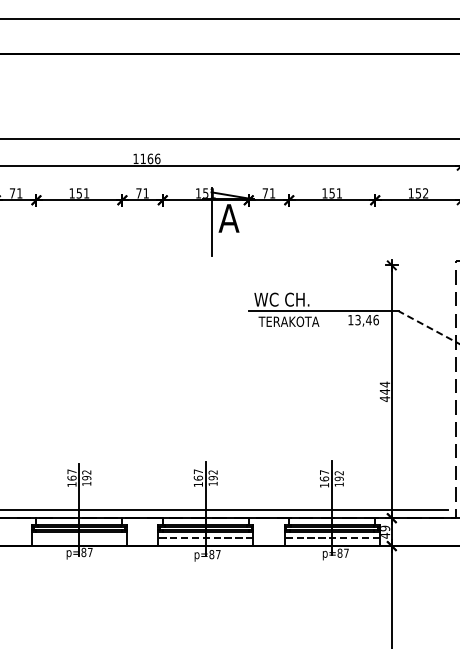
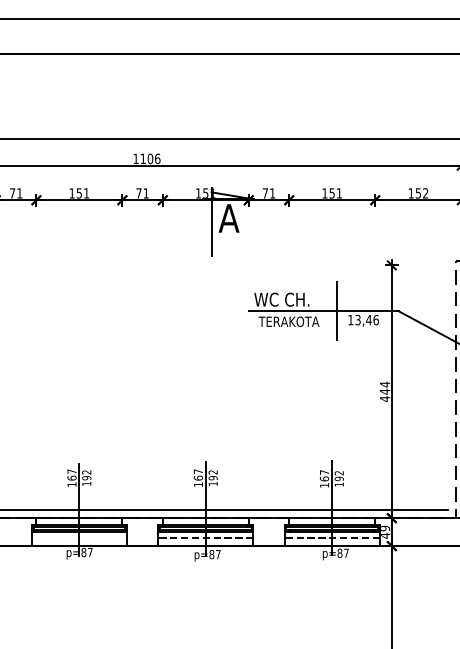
text at (150, 158): 1166 -> 1106
line at (337, 311): none -> present
line at (428, 327): dashed -> solid
